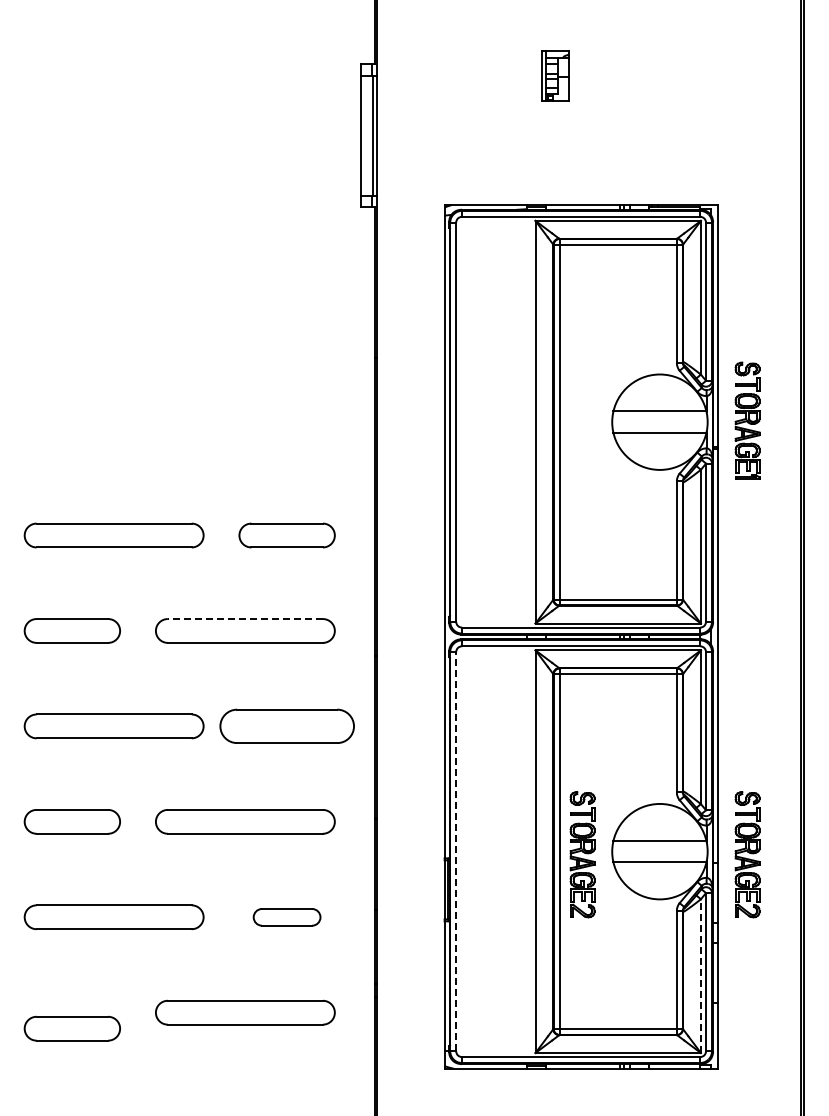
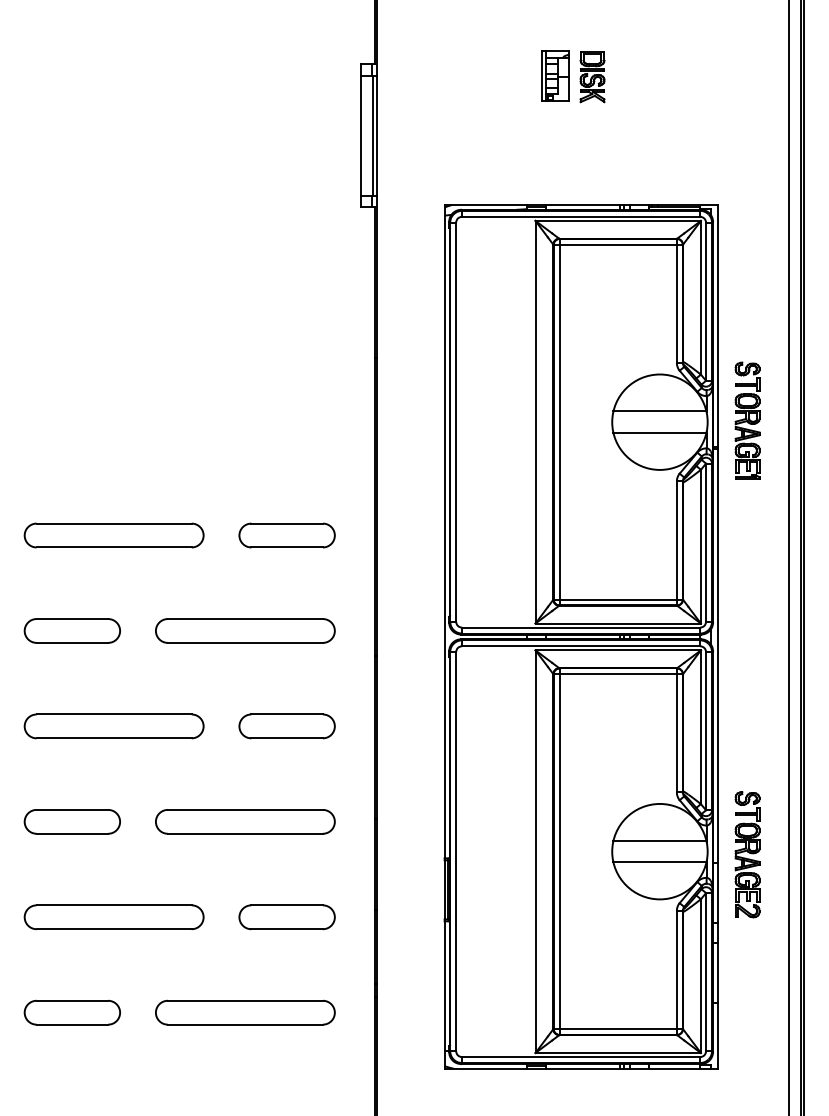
part at (592, 77): none -> present
line at (789, 557): none -> present
line at (245, 619): dashed -> solid
part at (286, 725) size: 136x36 px -> 98x27 px
line at (456, 851): dashed -> solid
part at (582, 854): present -> none
part at (286, 917) size: 70x19 px -> 98x27 px
line at (700, 976): dashed -> solid
part at (71, 1028) position: (71, 1028) -> (71, 1012)
